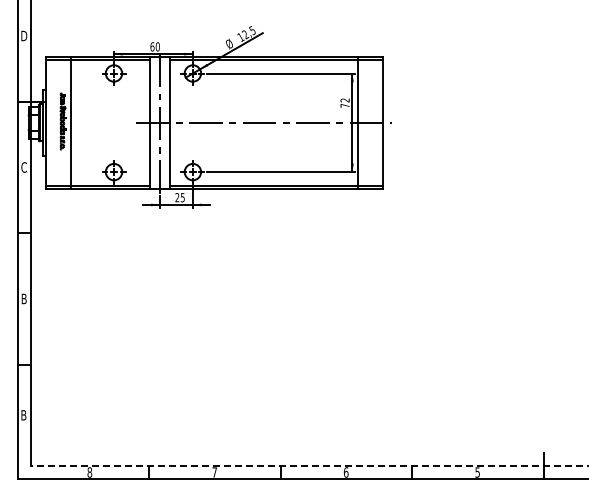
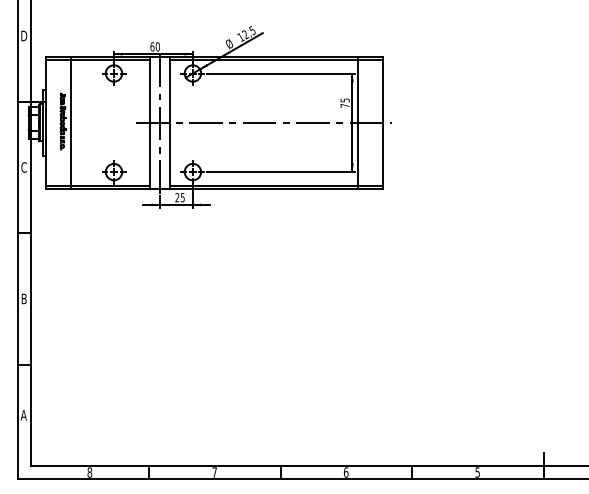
text at (344, 100): 72 -> 75
text at (23, 415): B -> A
line at (309, 465): dashed -> solid
